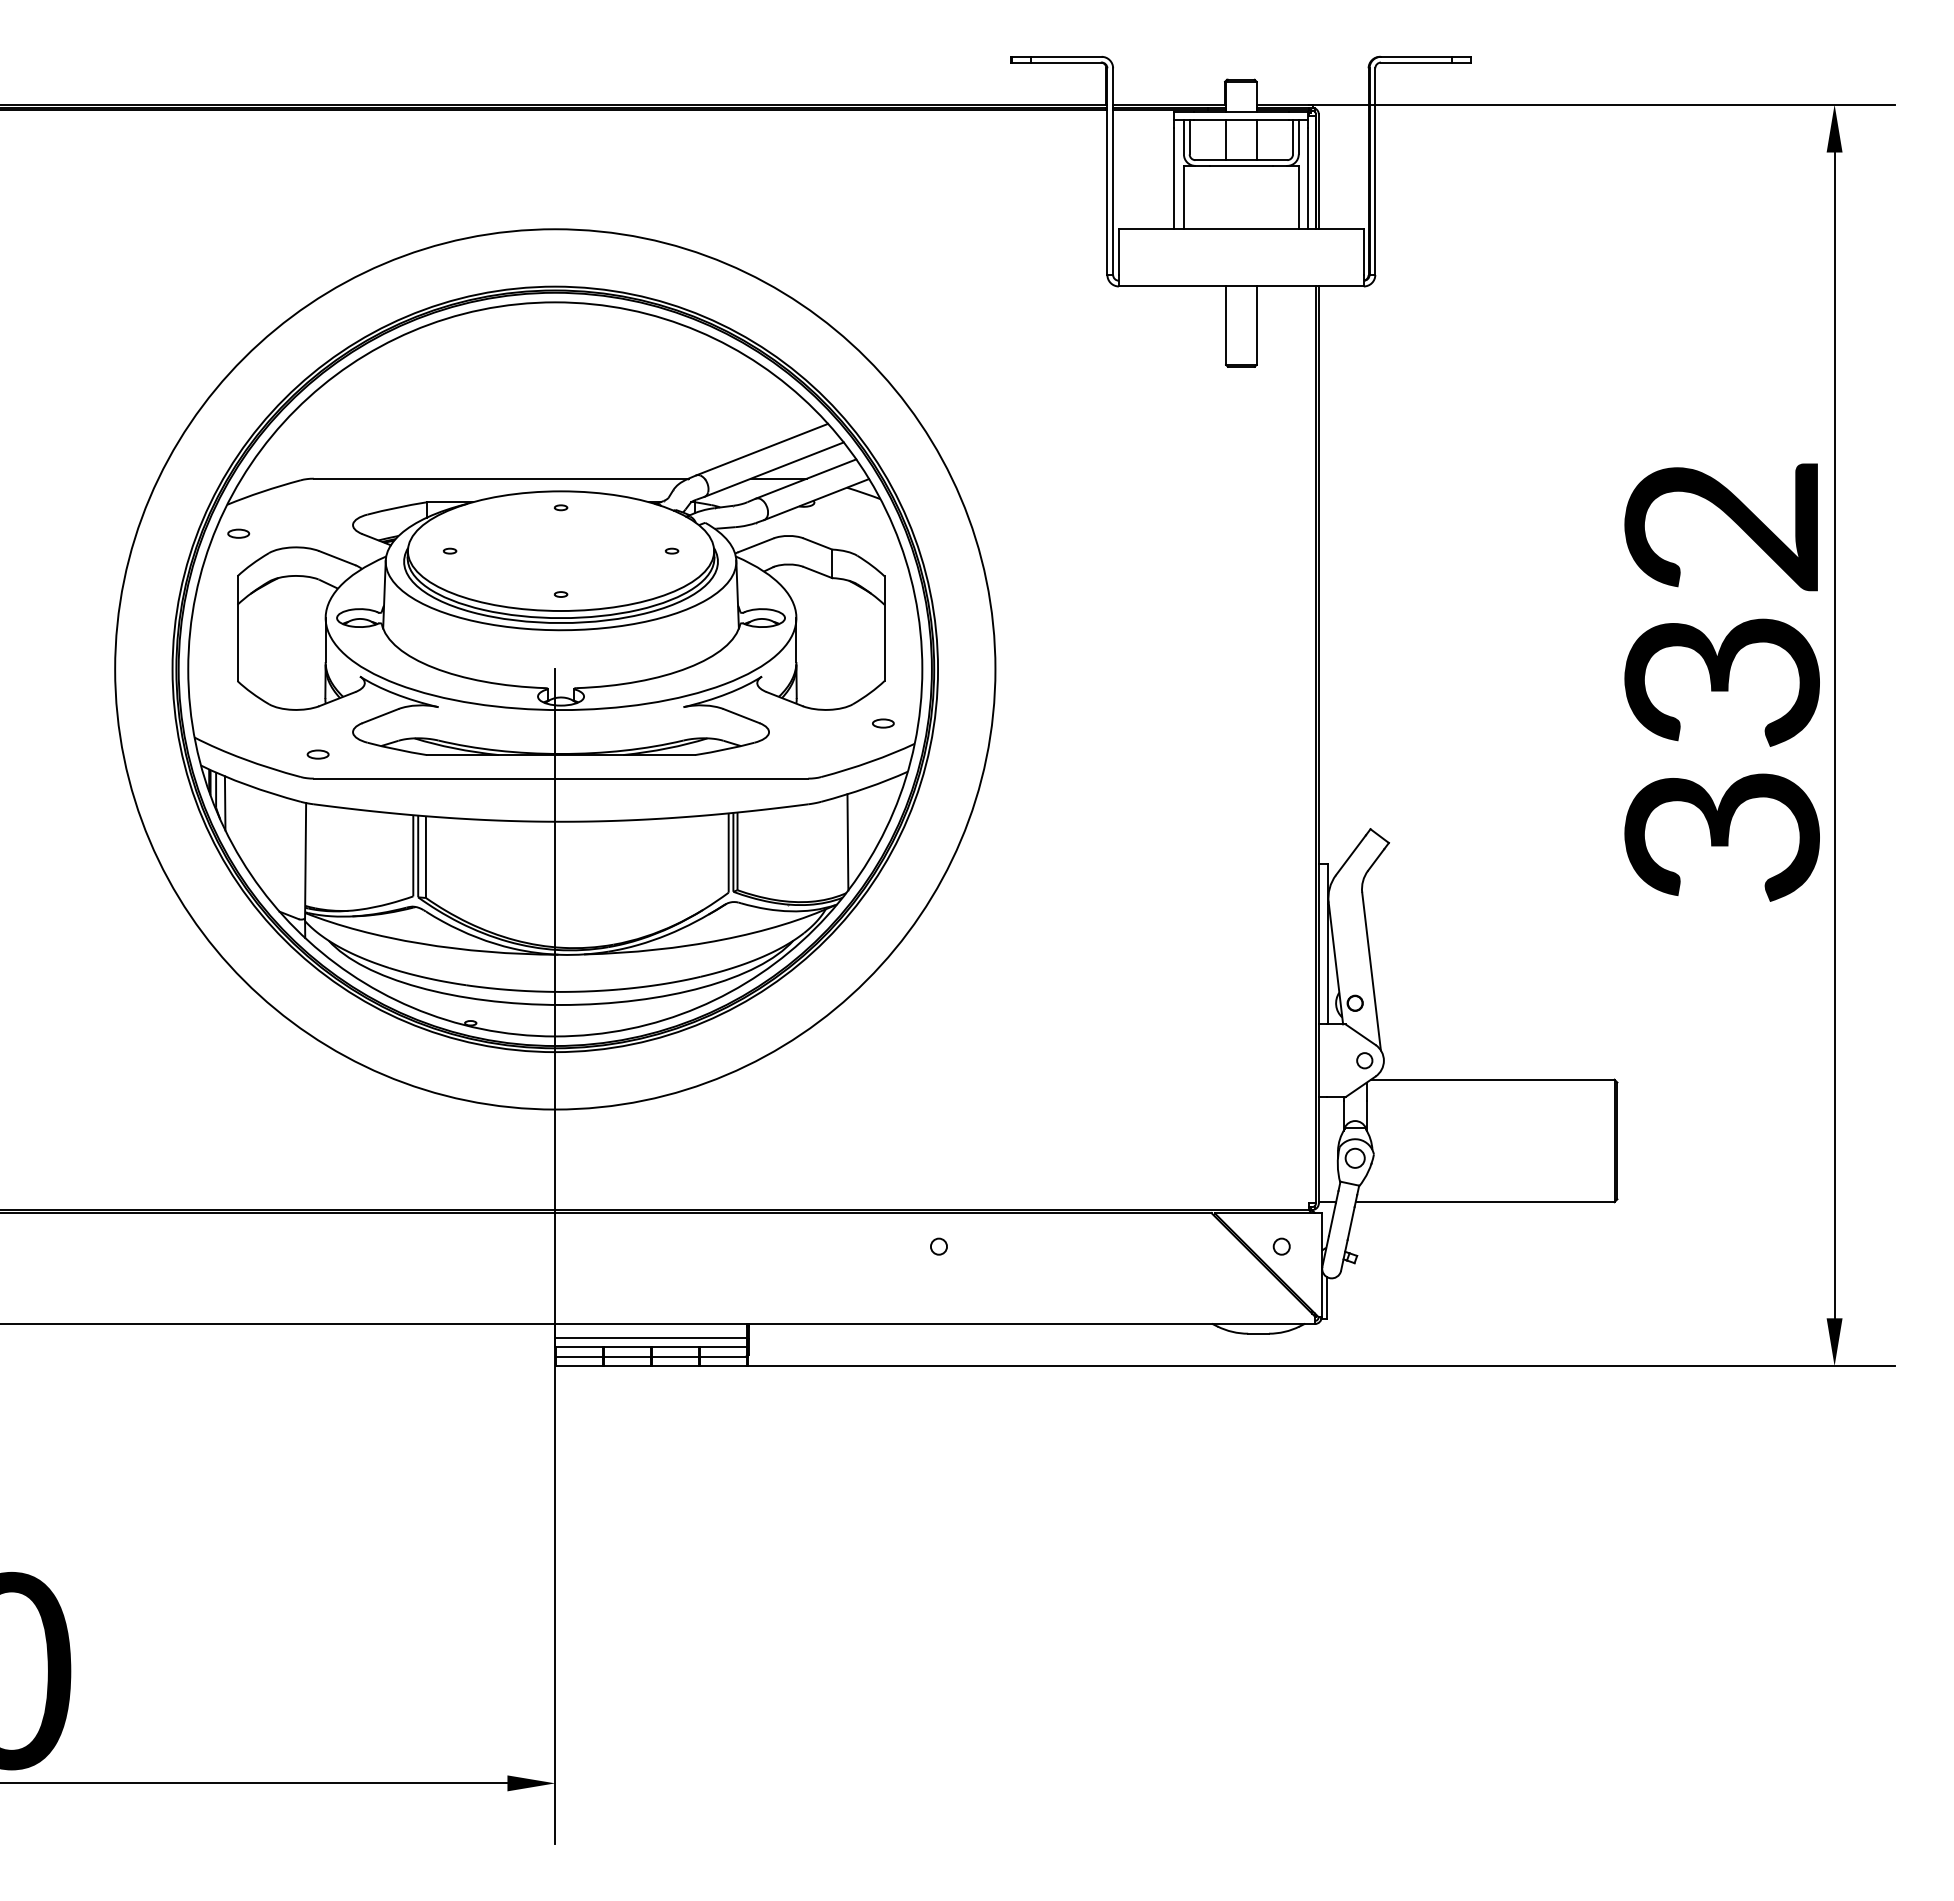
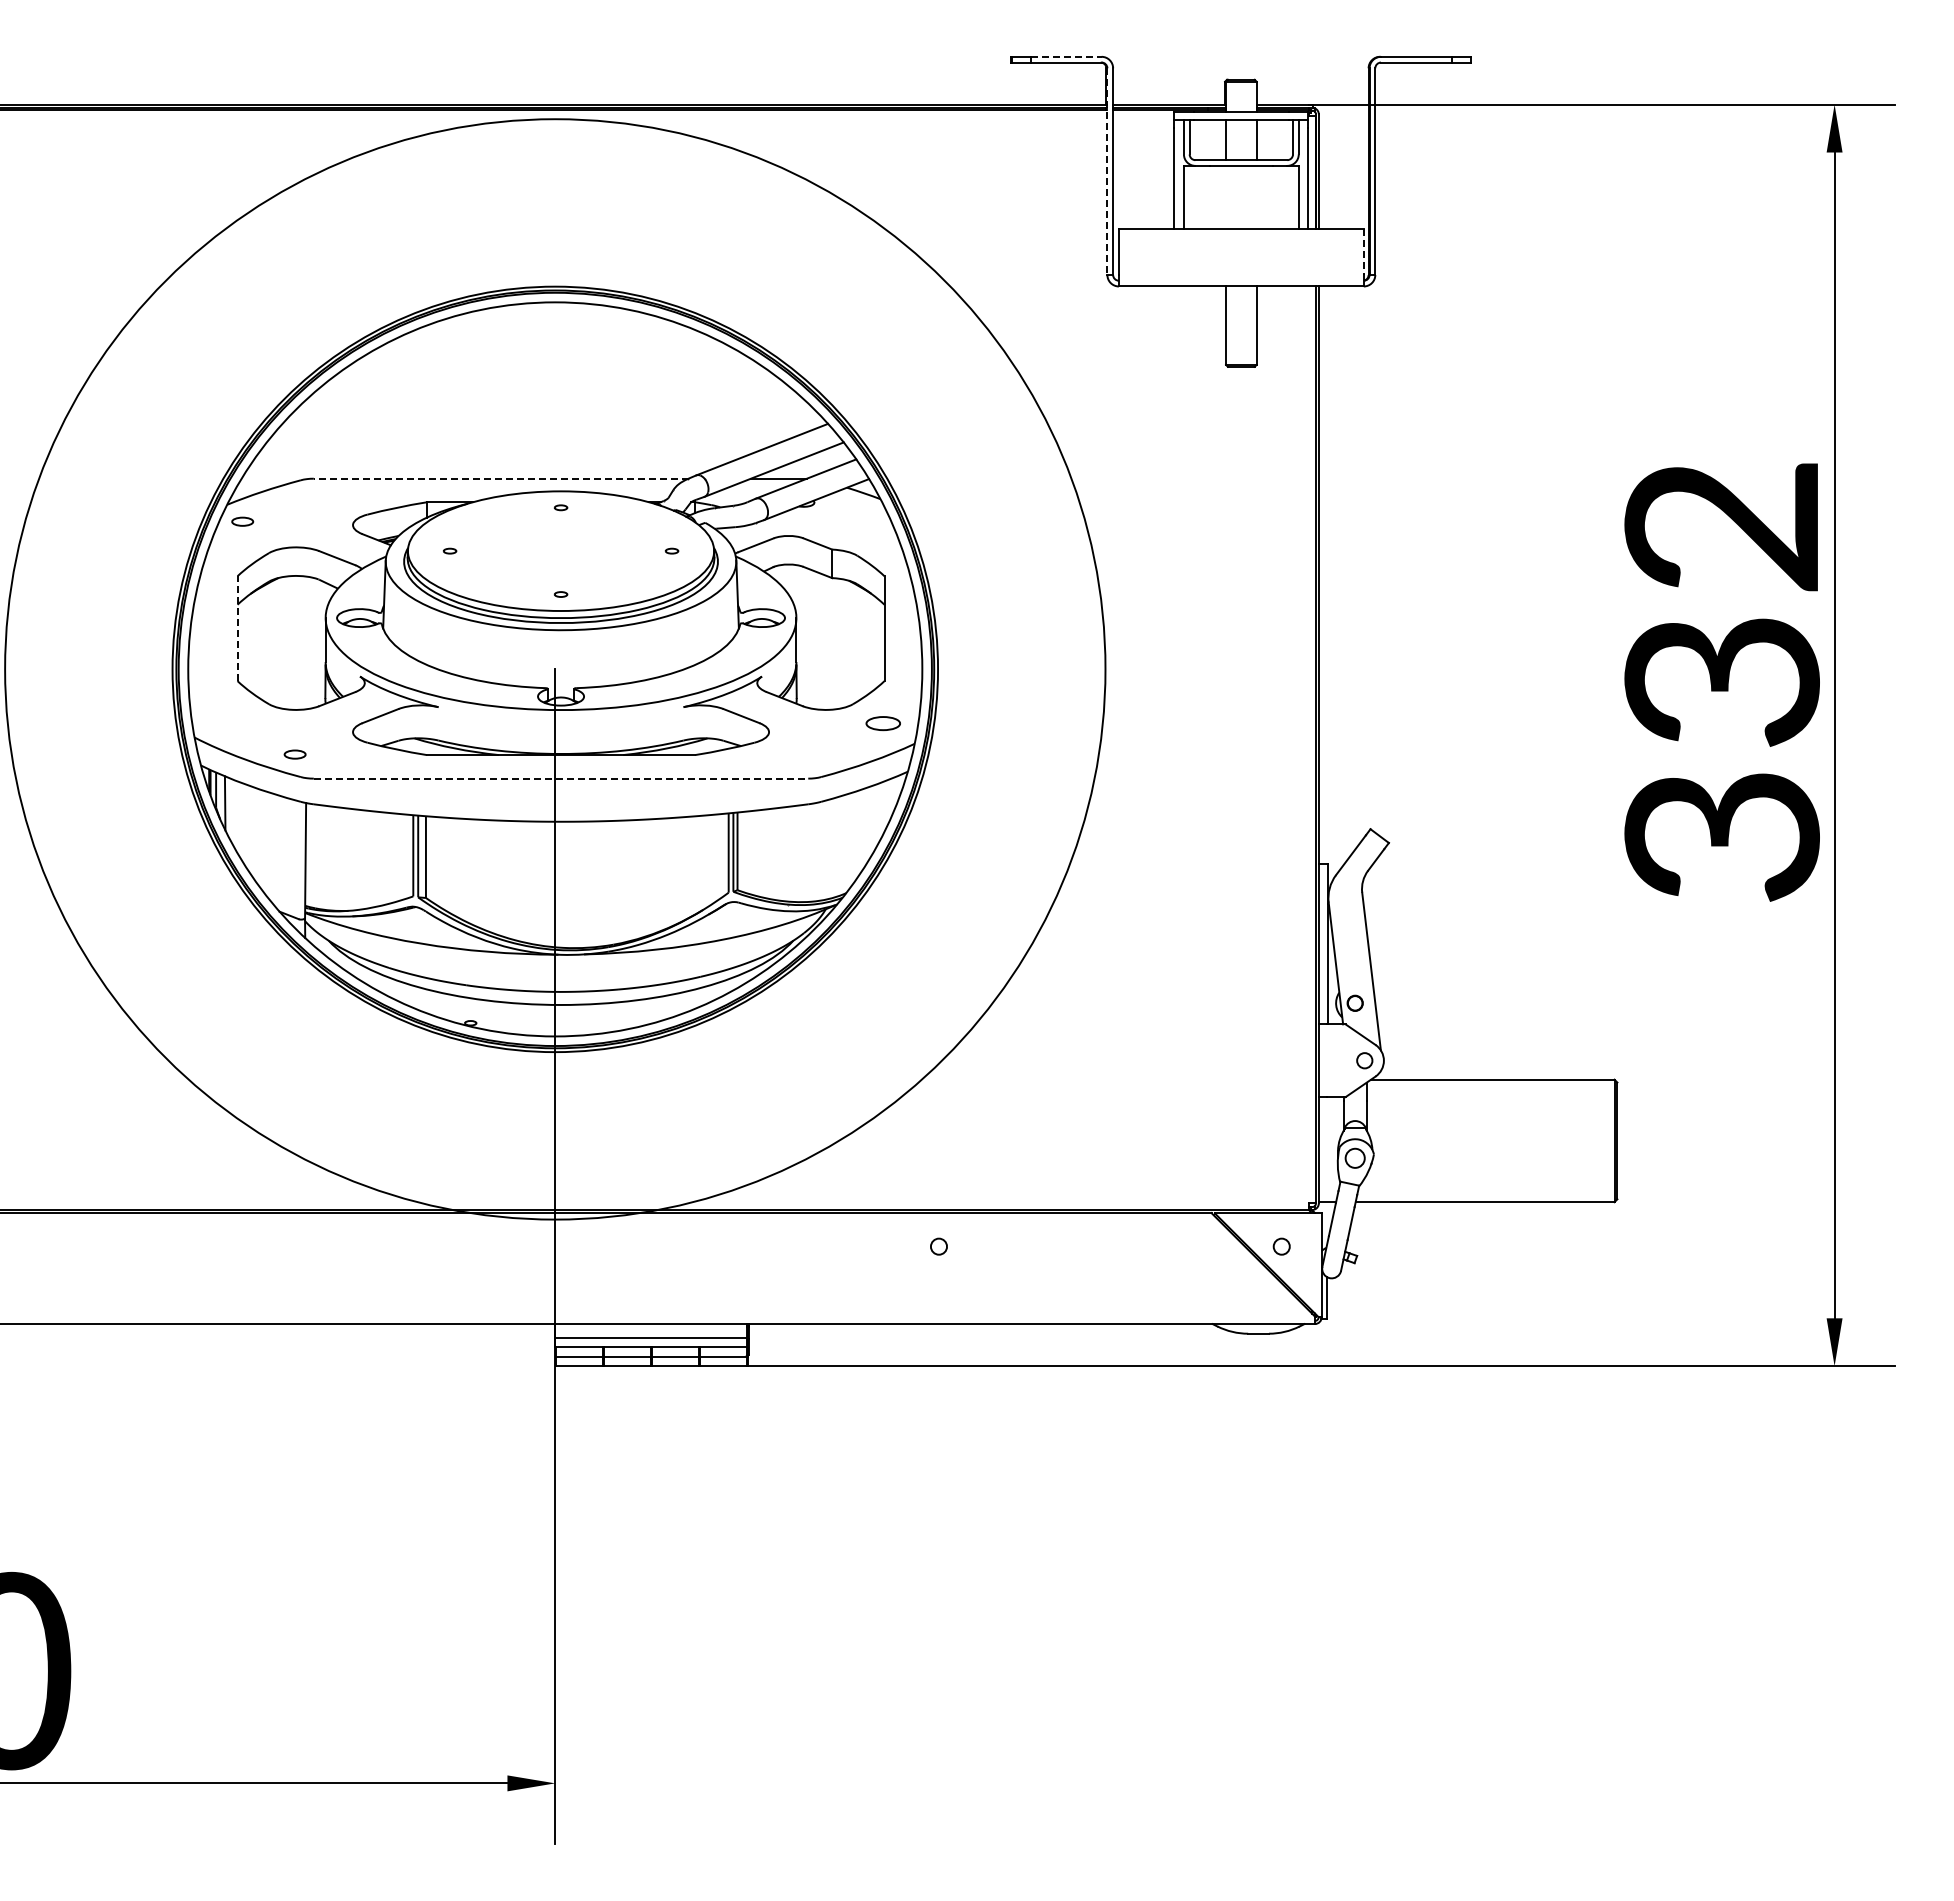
line at (1066, 56): solid -> dashed
line at (1107, 172): solid -> dashed
line at (1363, 252): solid -> dashed
line at (500, 478): solid -> dashed
part at (238, 533) position: (238, 533) -> (242, 521)
line at (237, 628): solid -> dashed
circle at (555, 669) diameter: 880 px -> 1100 px
part at (883, 723) size: 23x11 px -> 36x16 px
part at (317, 754) position: (317, 754) -> (294, 754)
line at (561, 778): solid -> dashed
line at (847, 842): present -> none
